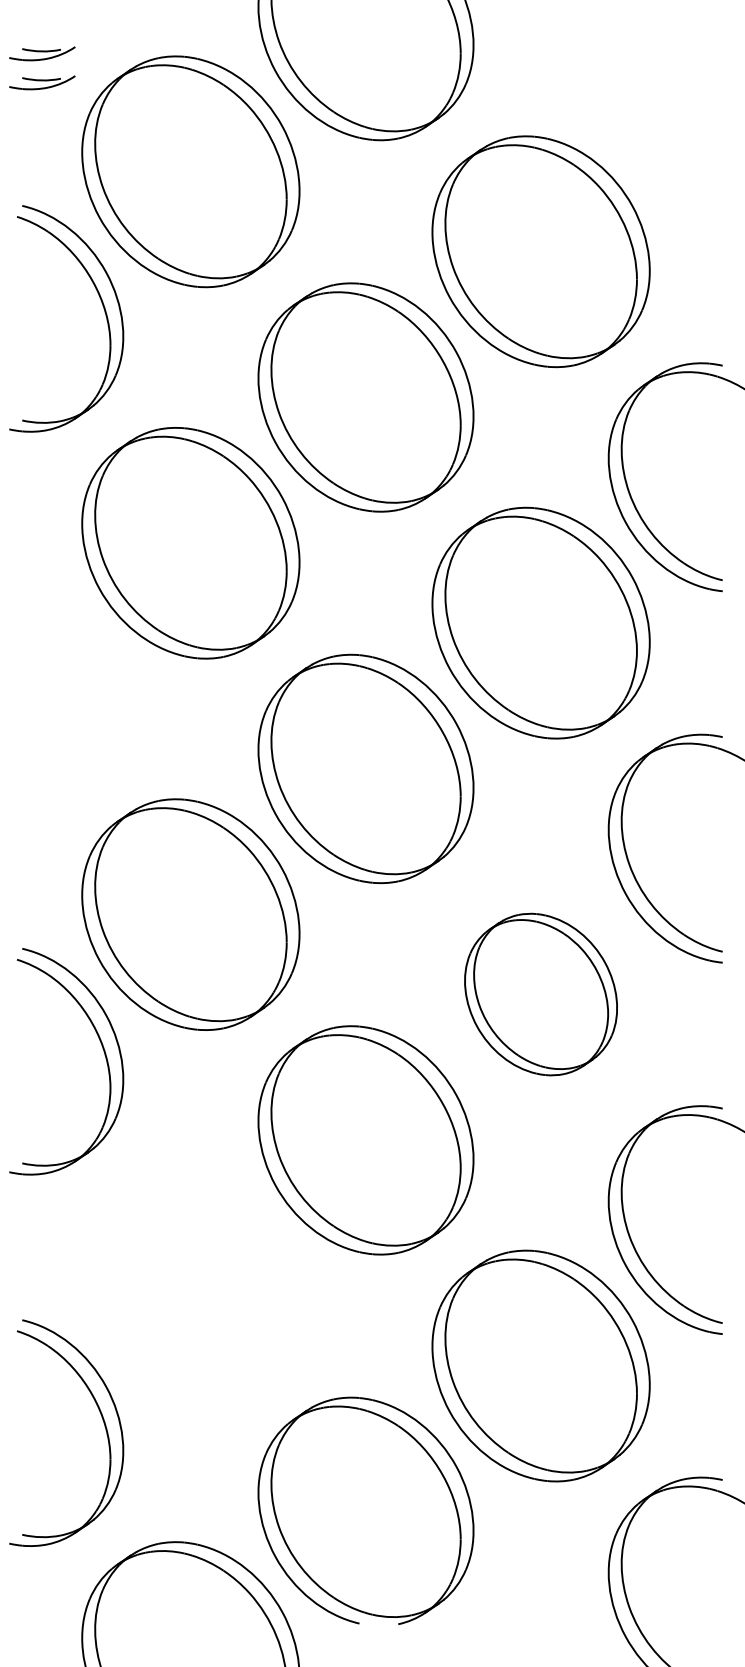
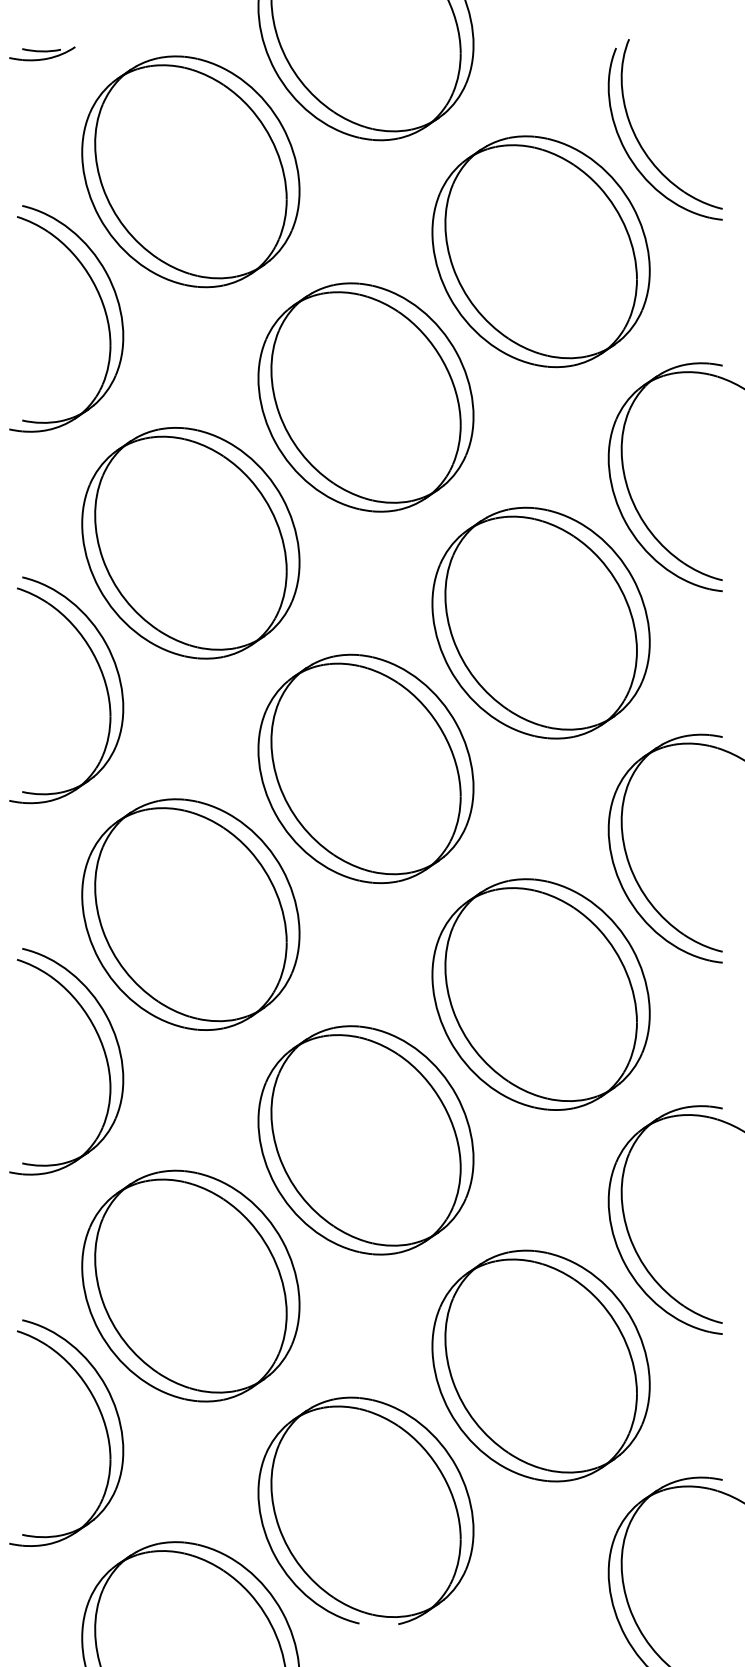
part at (42, 82): present -> none
part at (639, 141): none -> present
part at (102, 677): none -> present
part at (540, 994) size: 154x165 px -> 220x233 px
part at (190, 1285): none -> present
